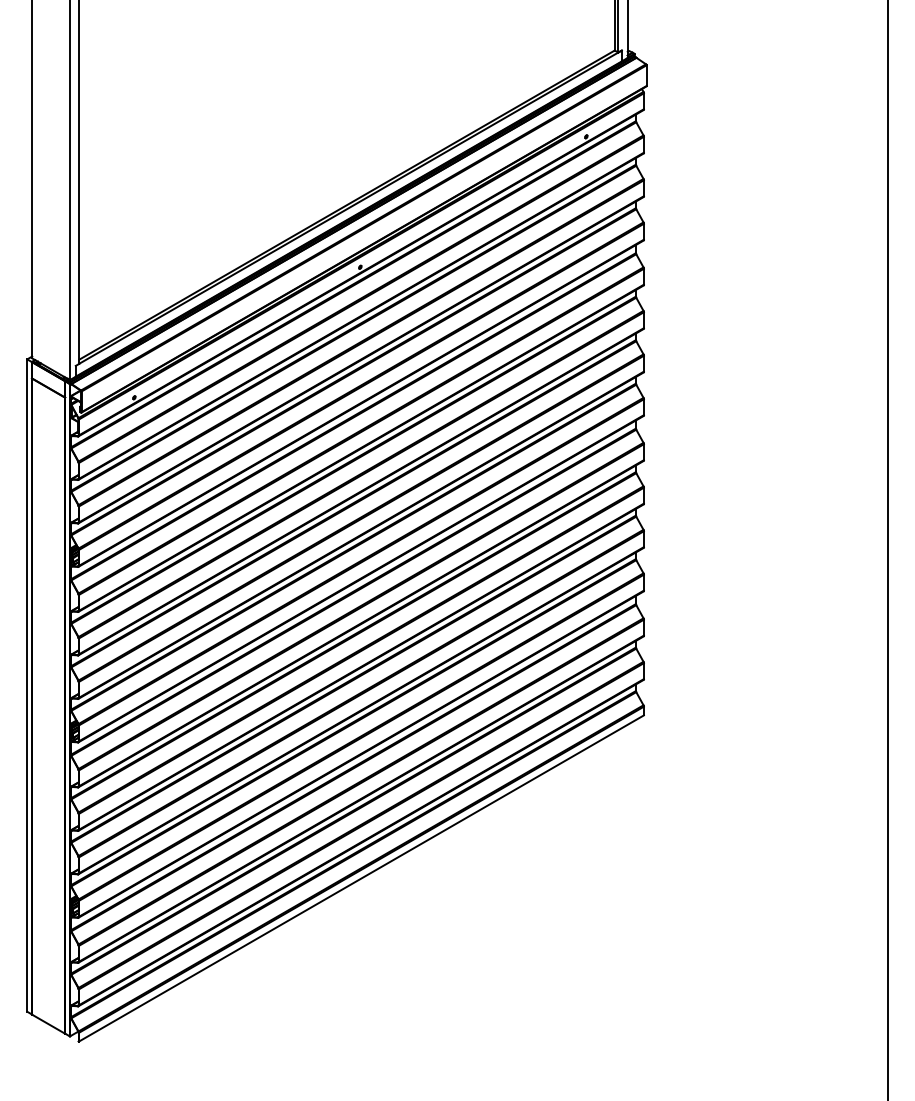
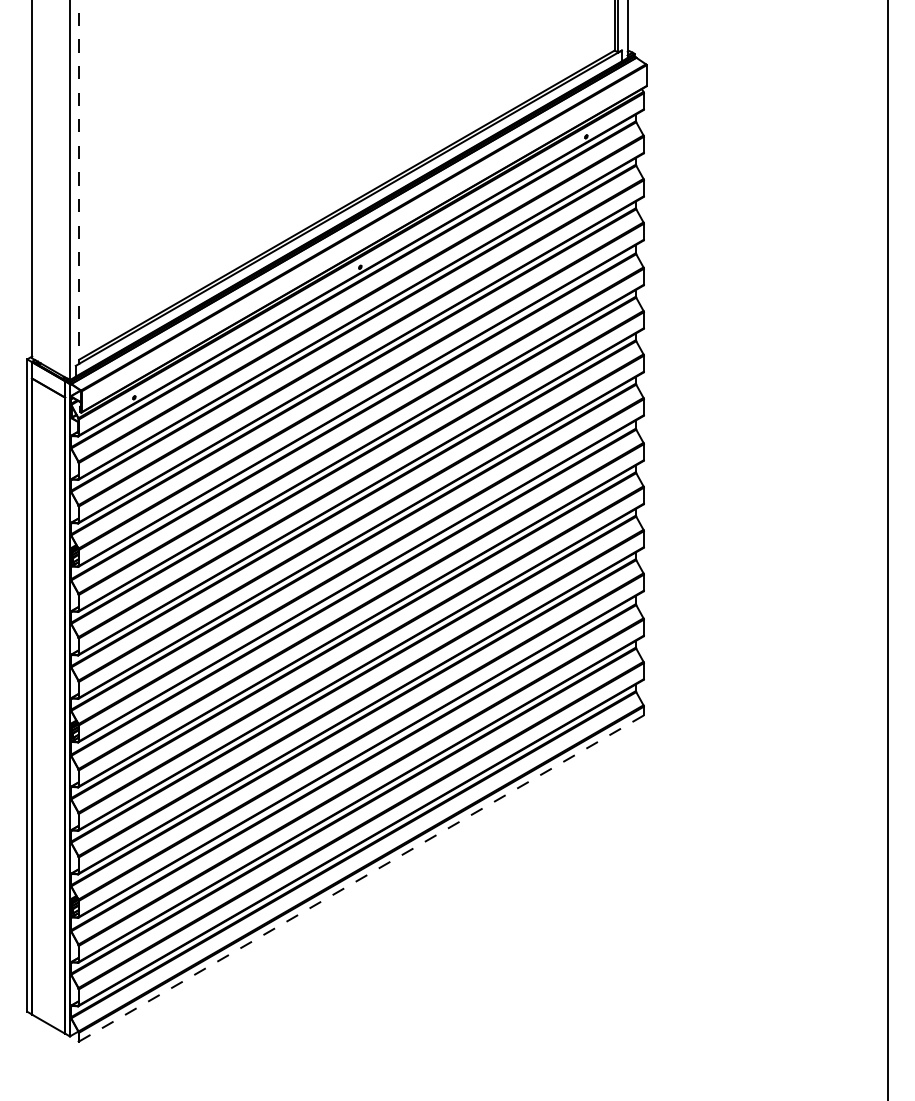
line at (79, 182): solid -> dashed
line at (361, 878): solid -> dashed
